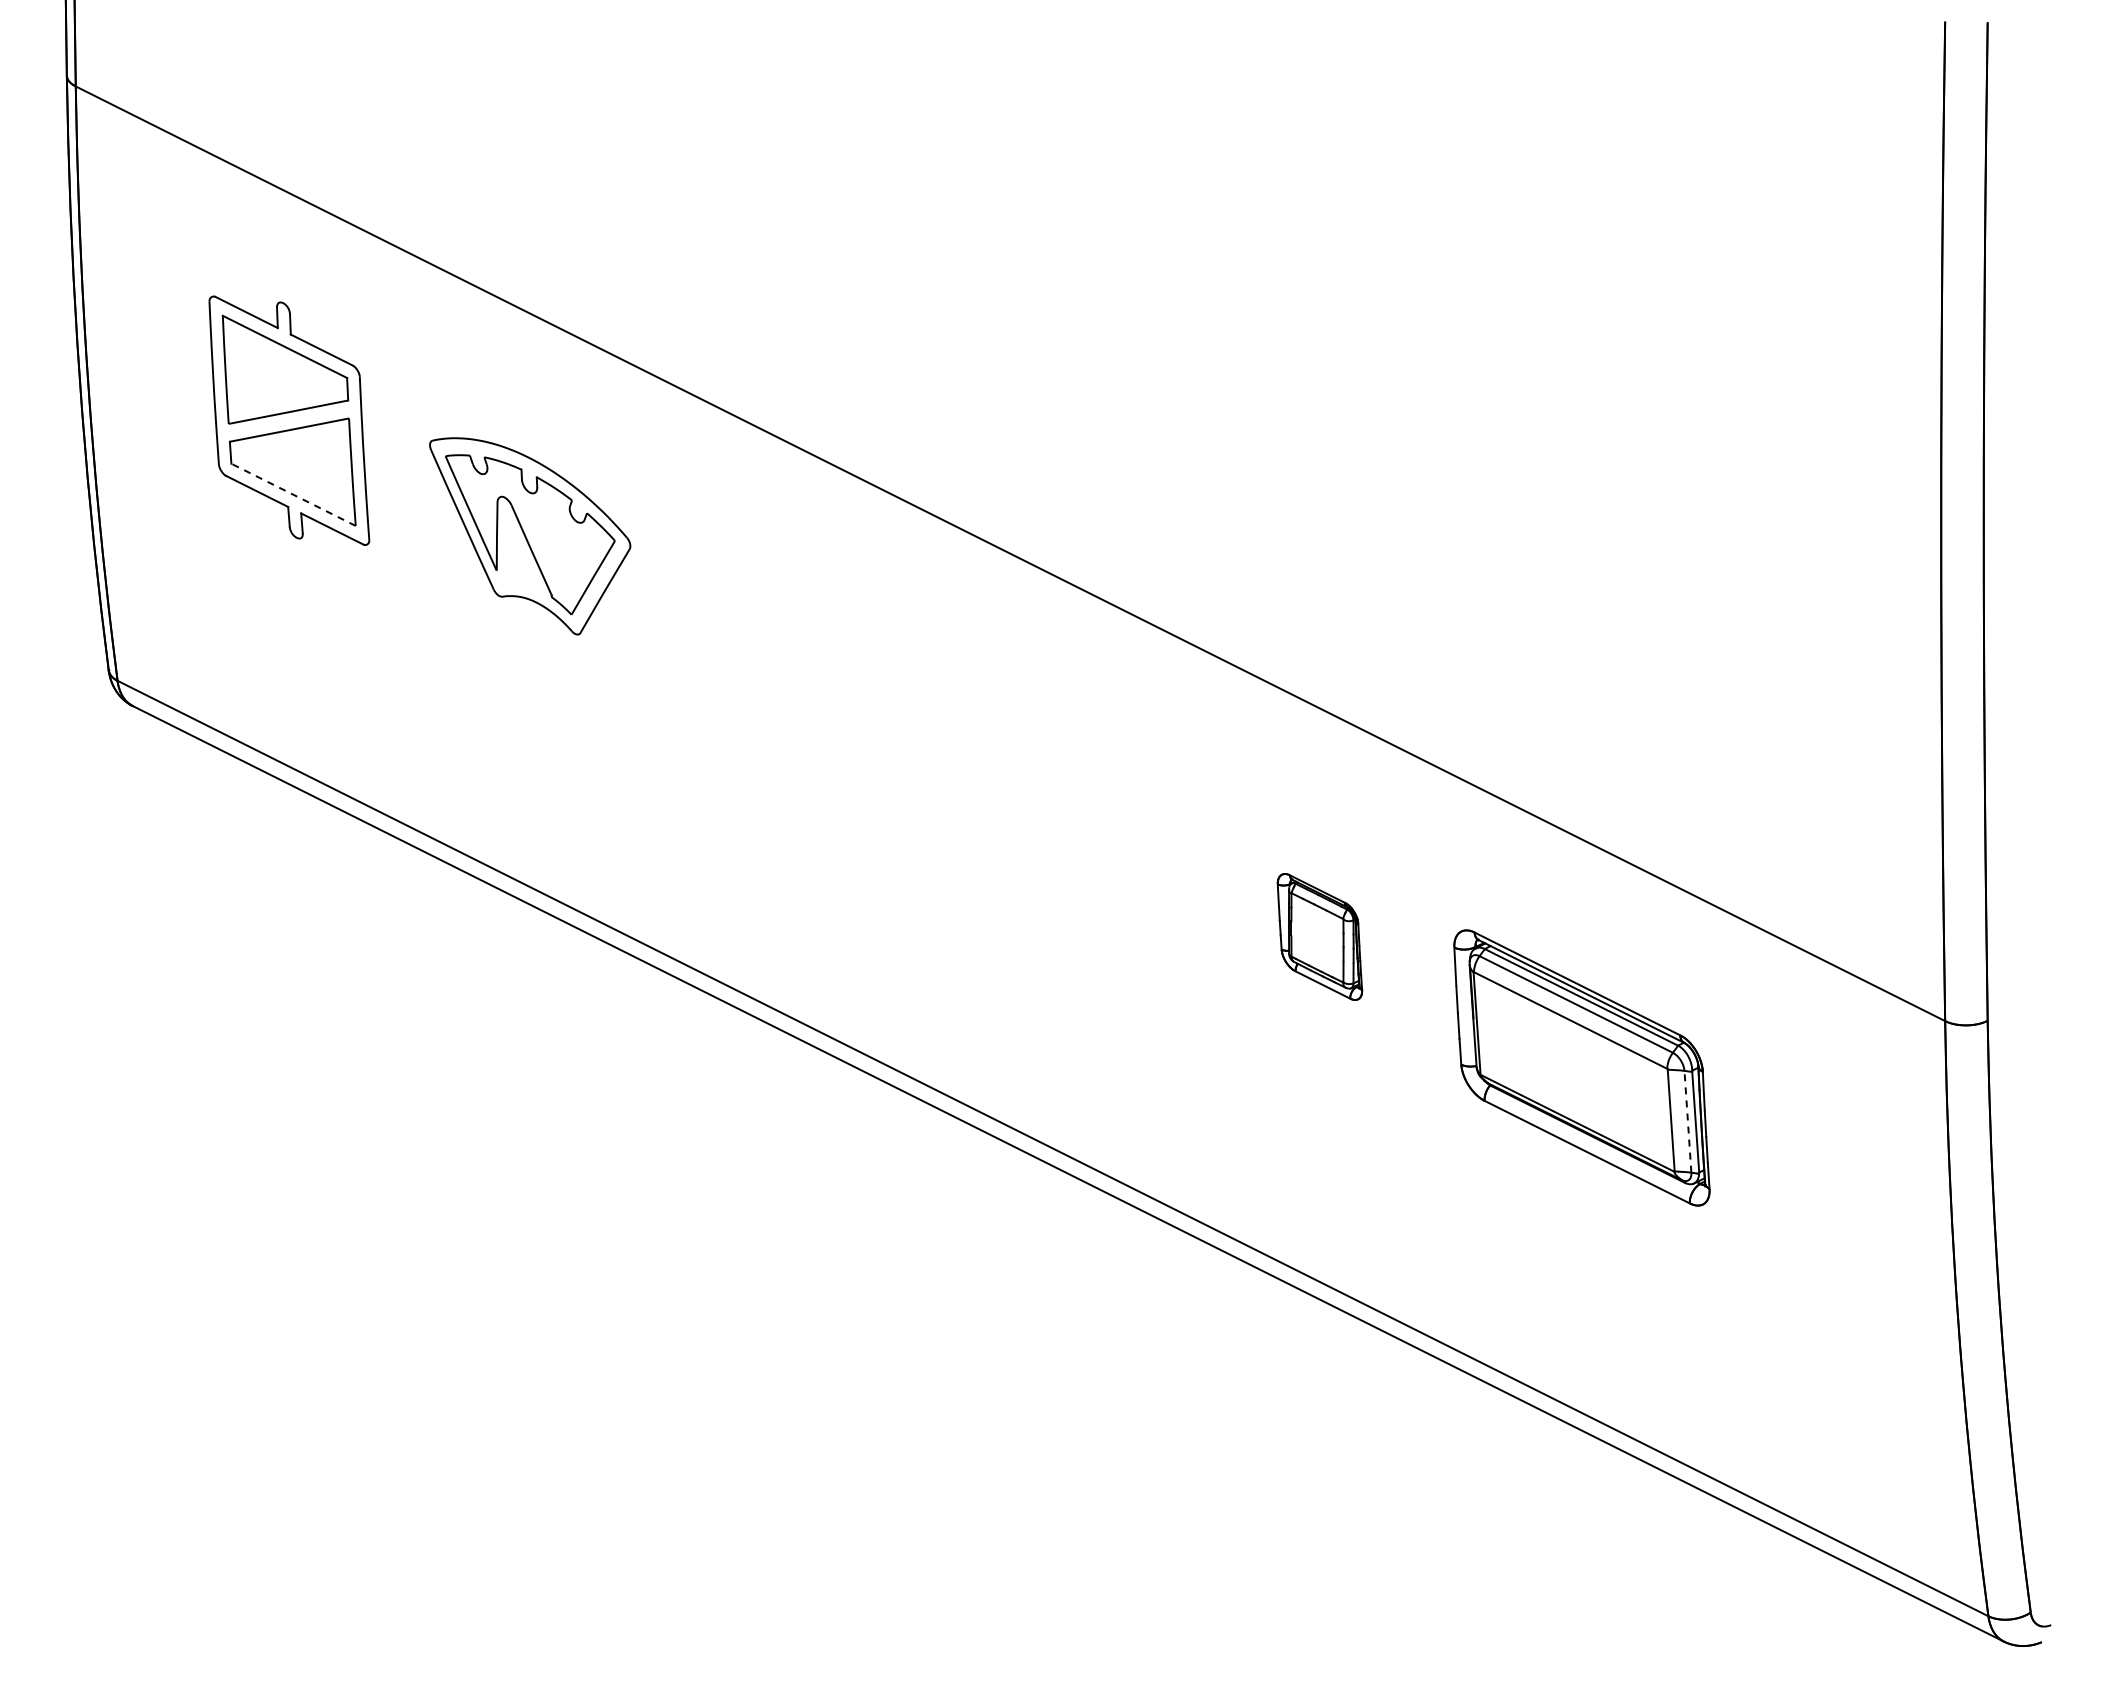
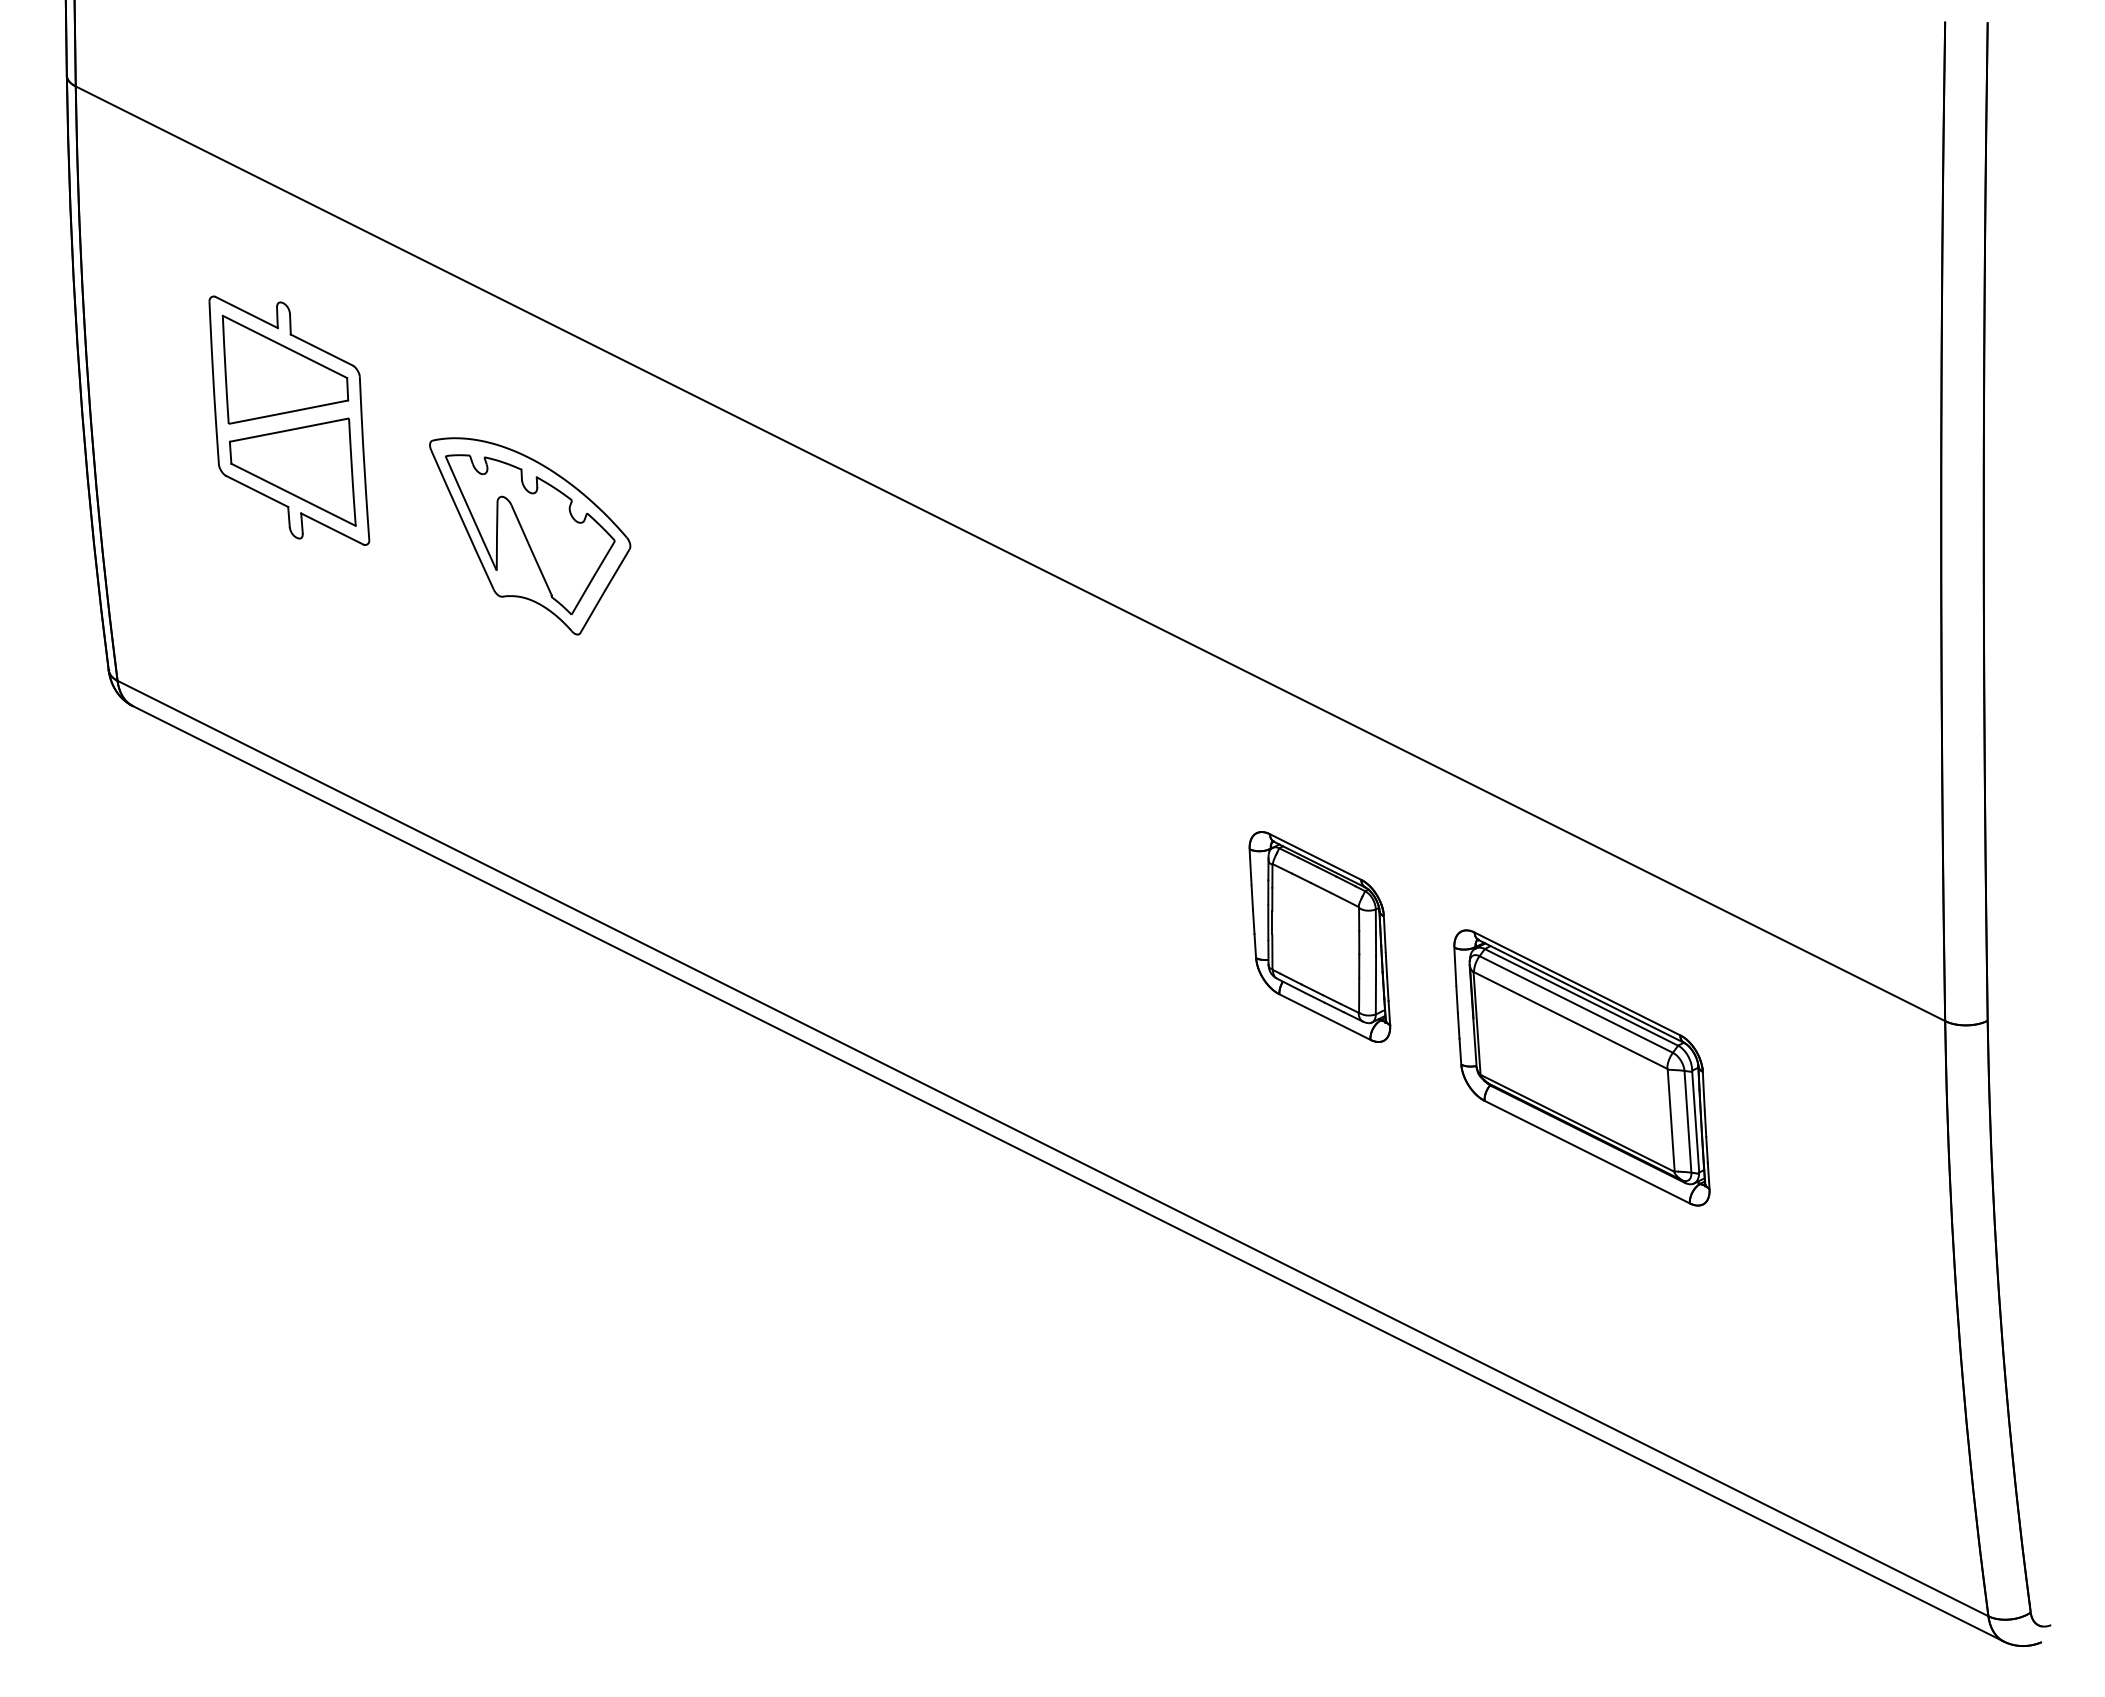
line at (293, 494): dashed -> solid
part at (1319, 936) size: 88x128 px -> 144x212 px
line at (1687, 1121): dashed -> solid
